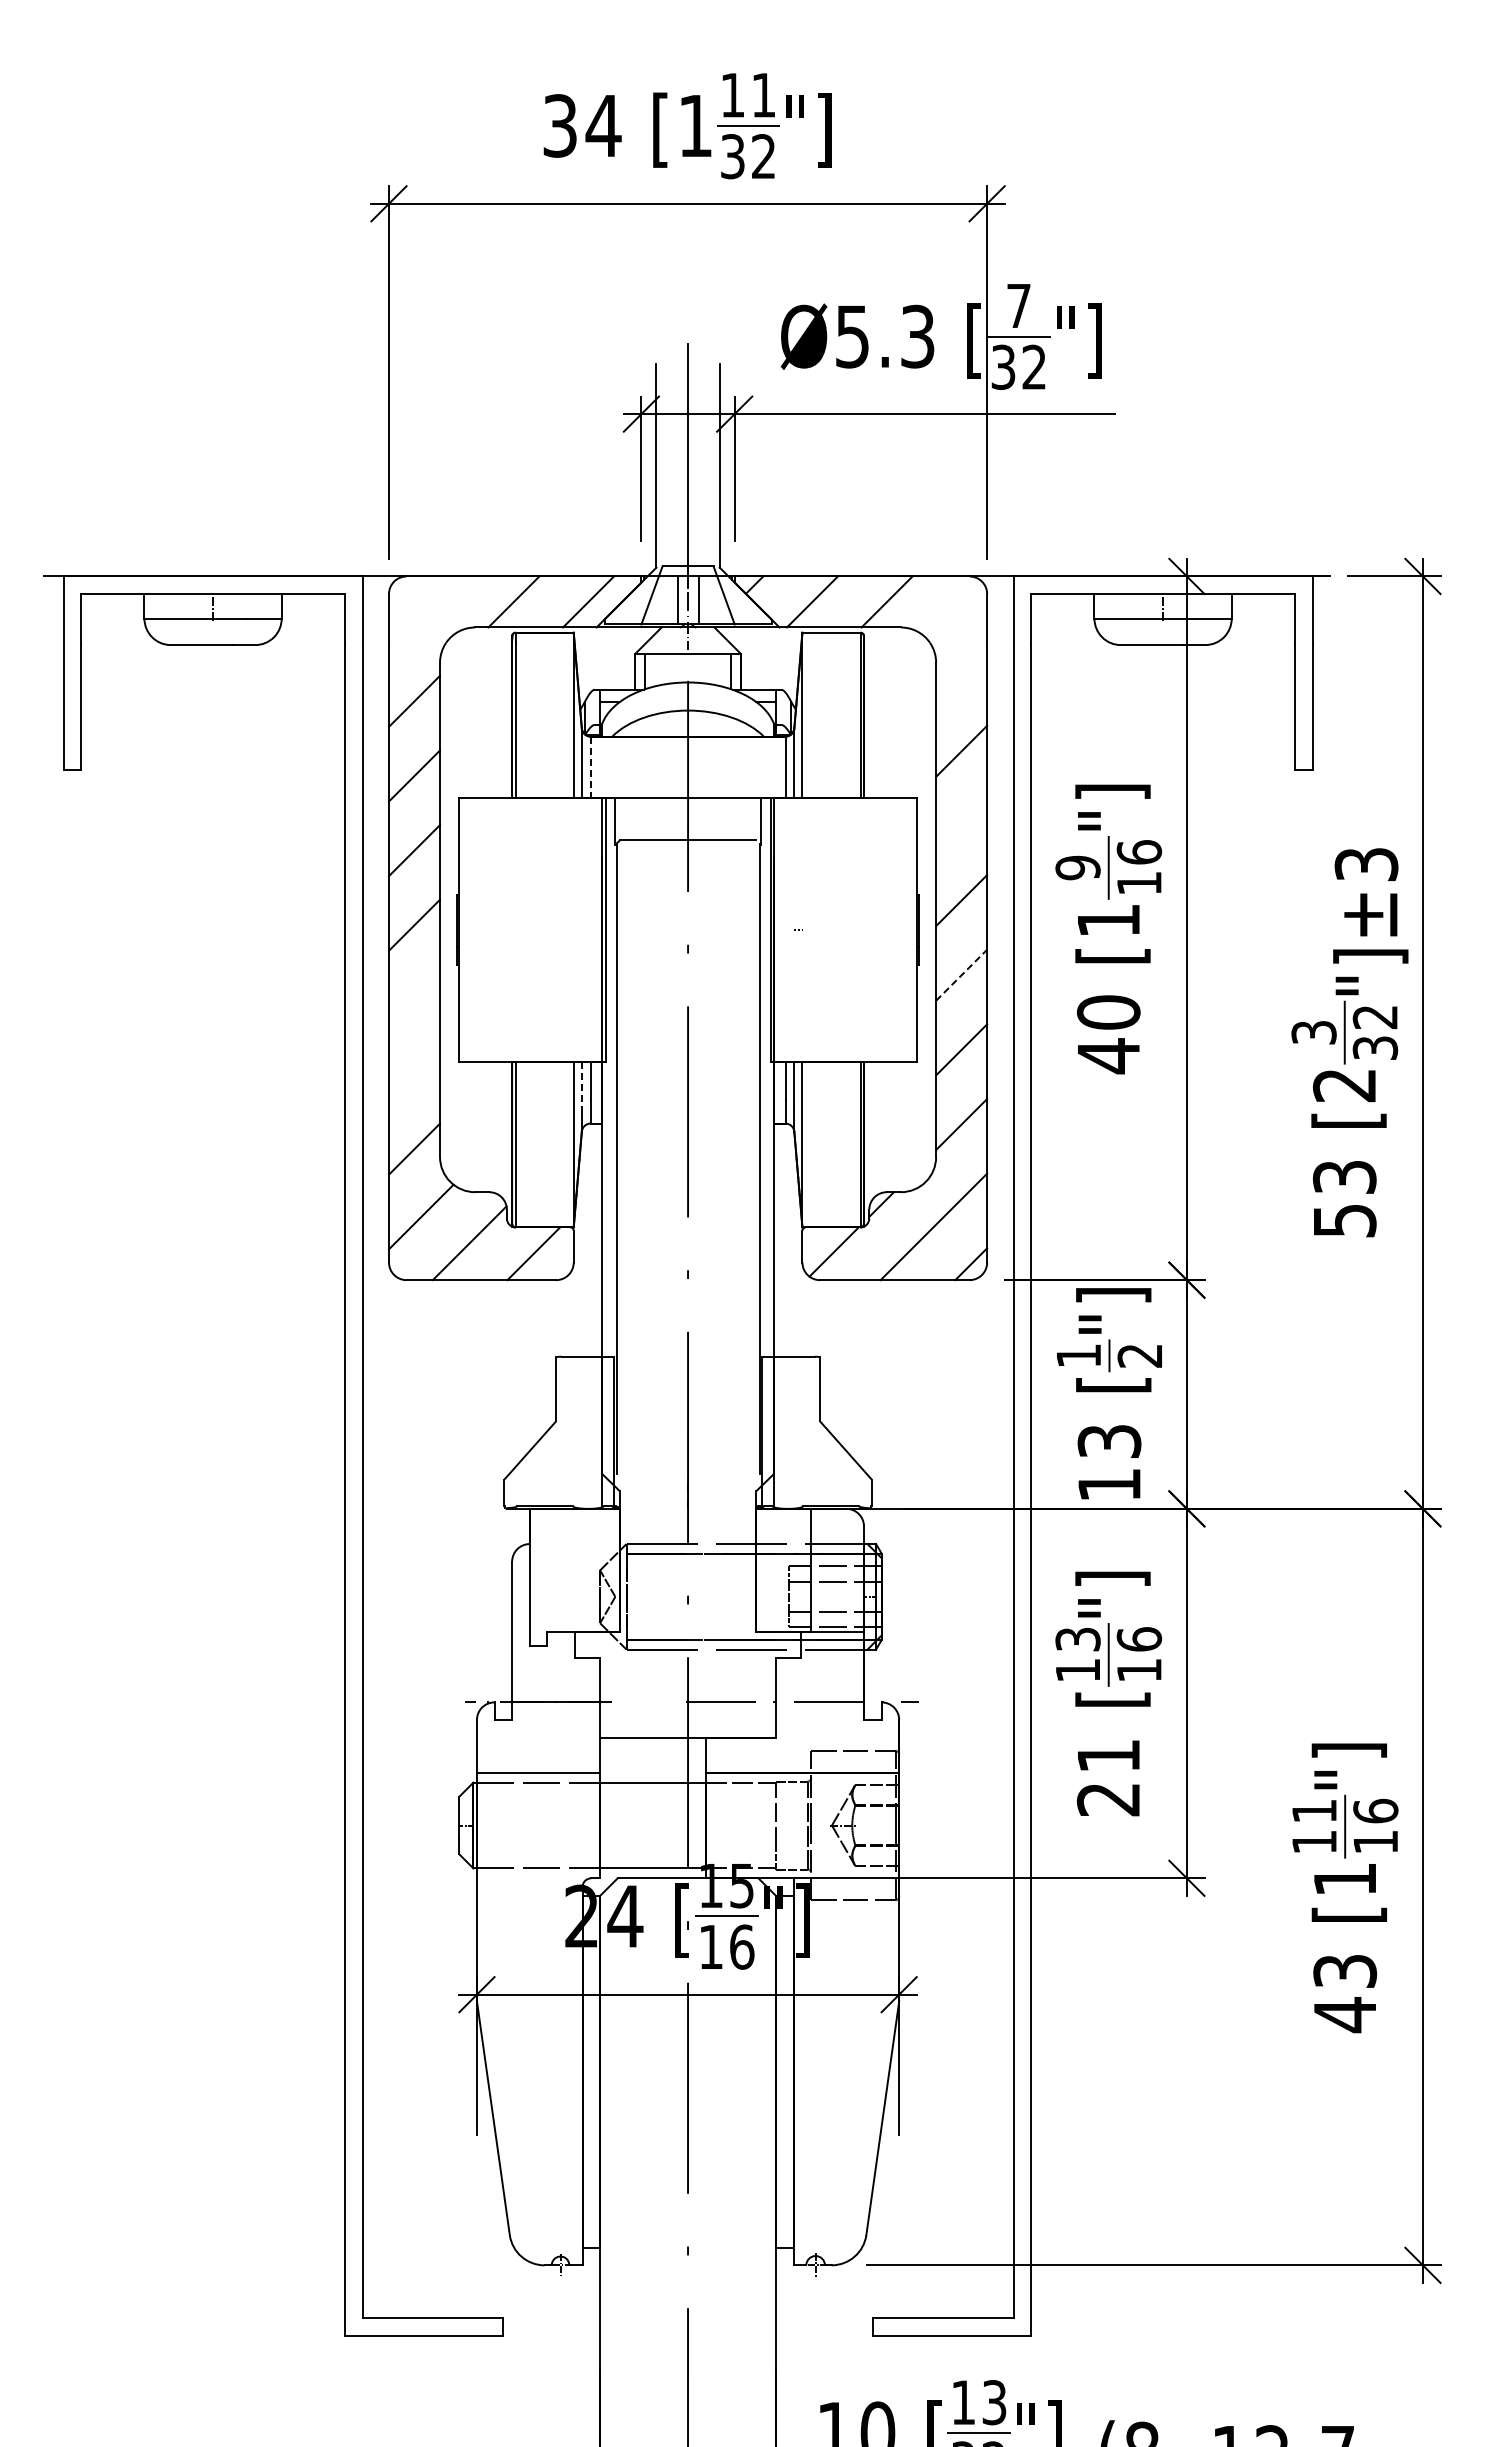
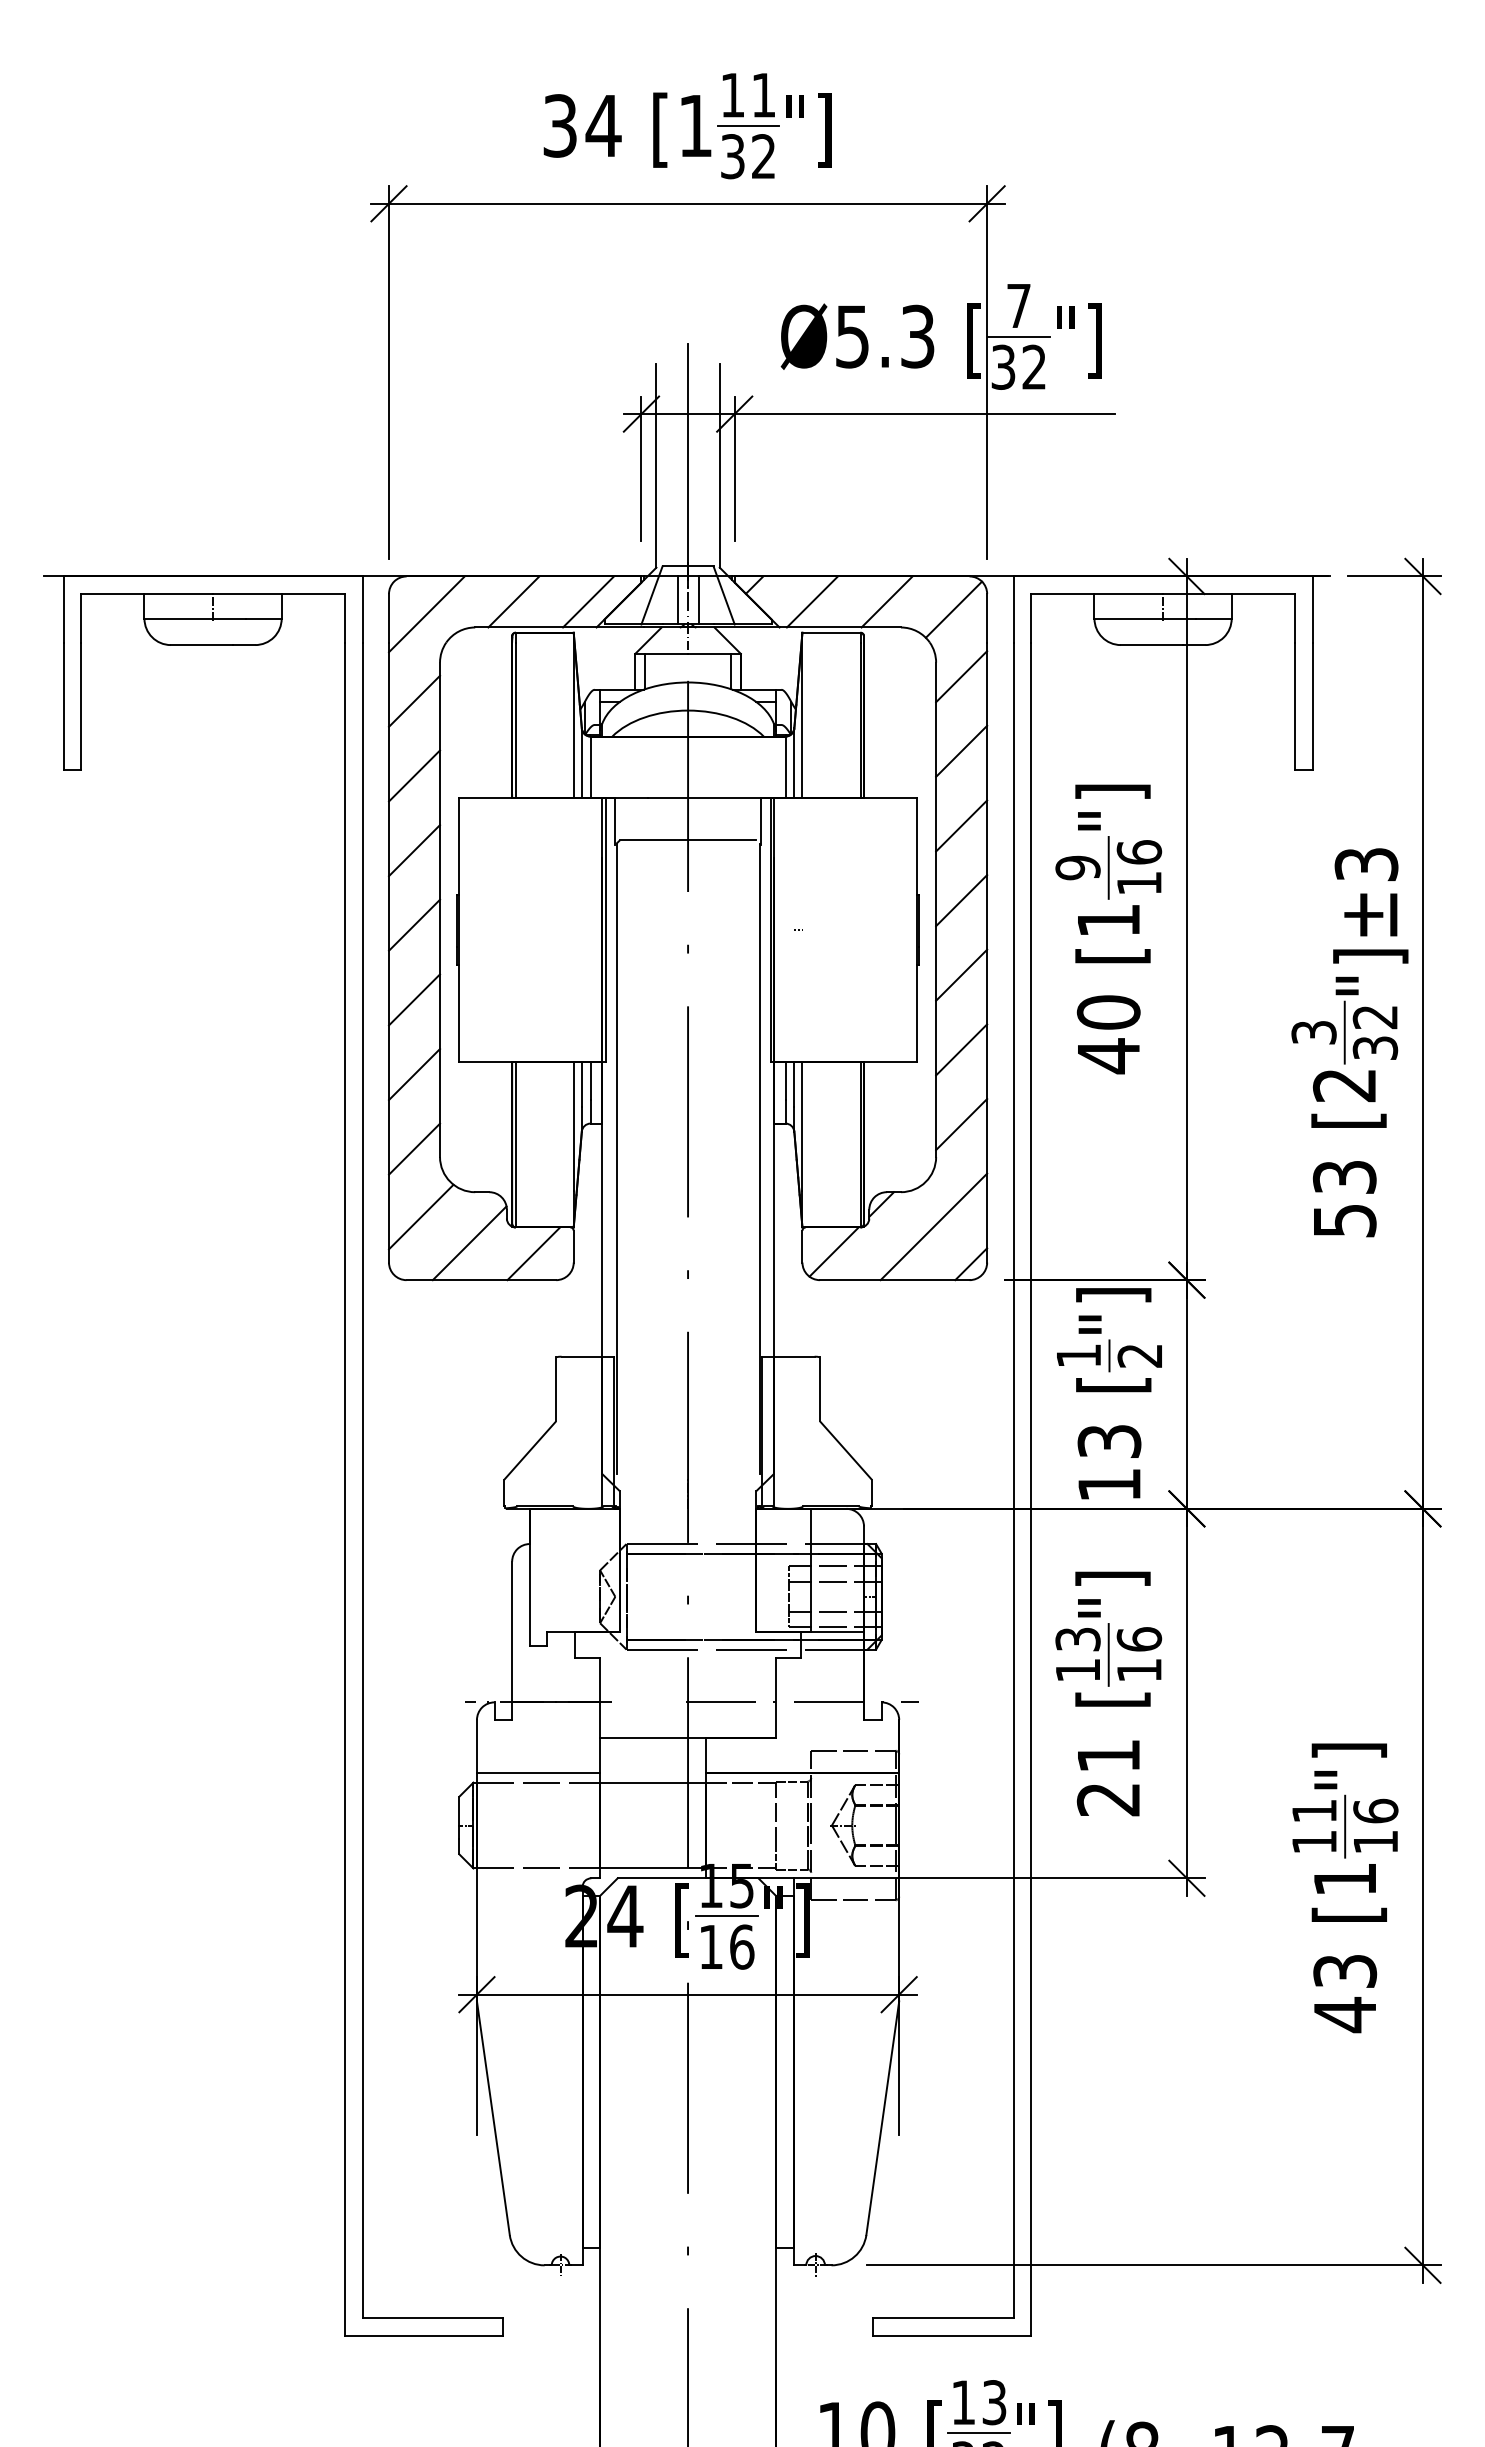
line at (953, 609): none -> present
line at (426, 614): none -> present
line at (961, 676): none -> present
line at (590, 767): dashed -> solid
line at (961, 825): none -> present
line at (962, 974): dashed -> solid
line at (414, 999): none -> present
line at (414, 1074): none -> present
line at (581, 1084): dashed -> solid
